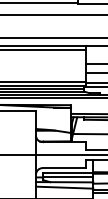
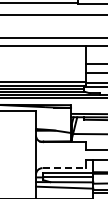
line at (44, 50): present -> none
line at (53, 155): present -> none
line at (64, 168): solid -> dashed
